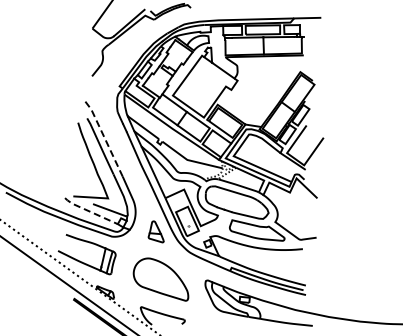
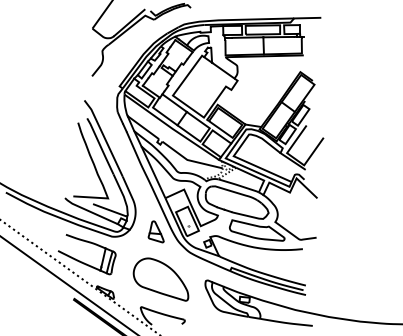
line at (104, 137): dashed -> solid
line at (89, 211): dashed -> solid
